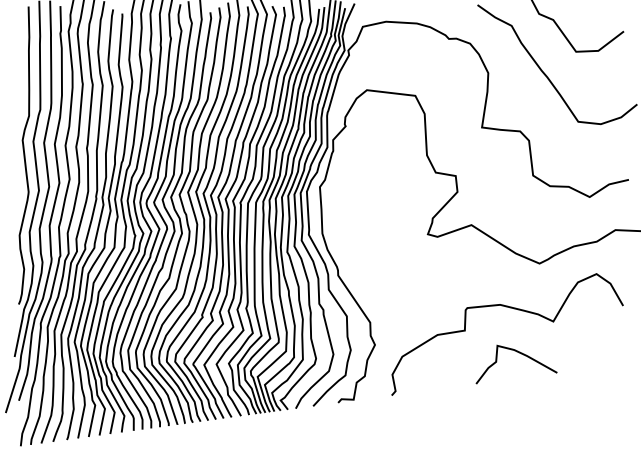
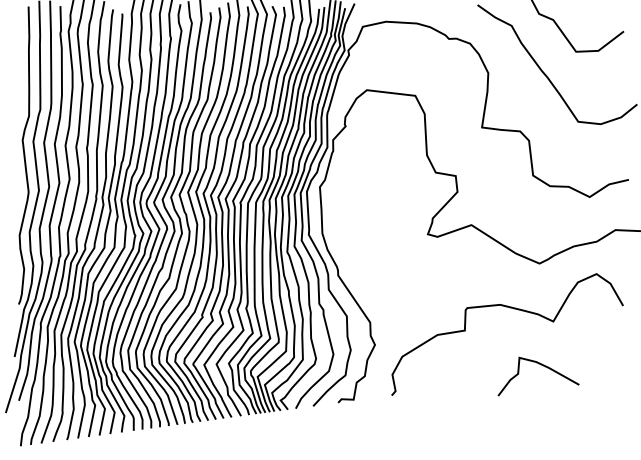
curve at (521, 354) position: (521, 354) -> (543, 366)
